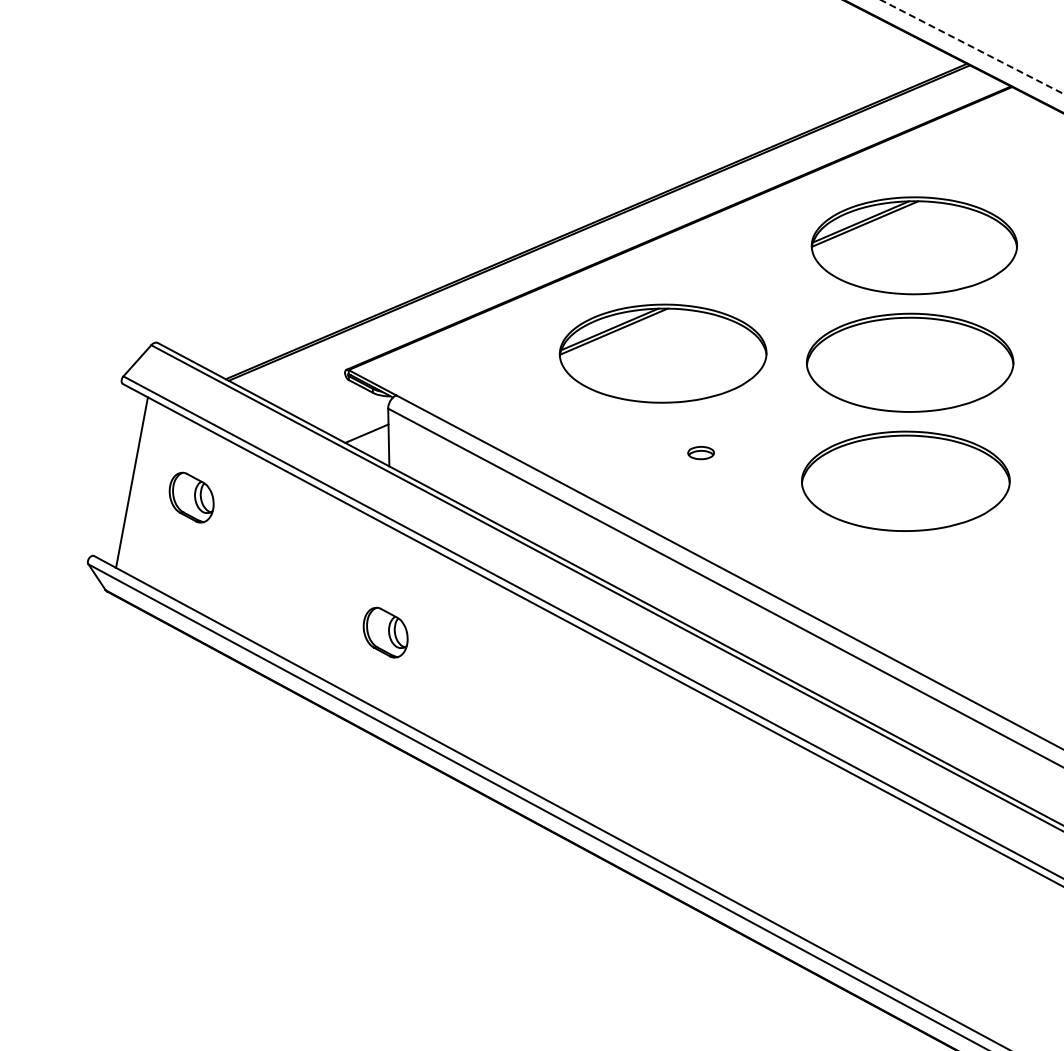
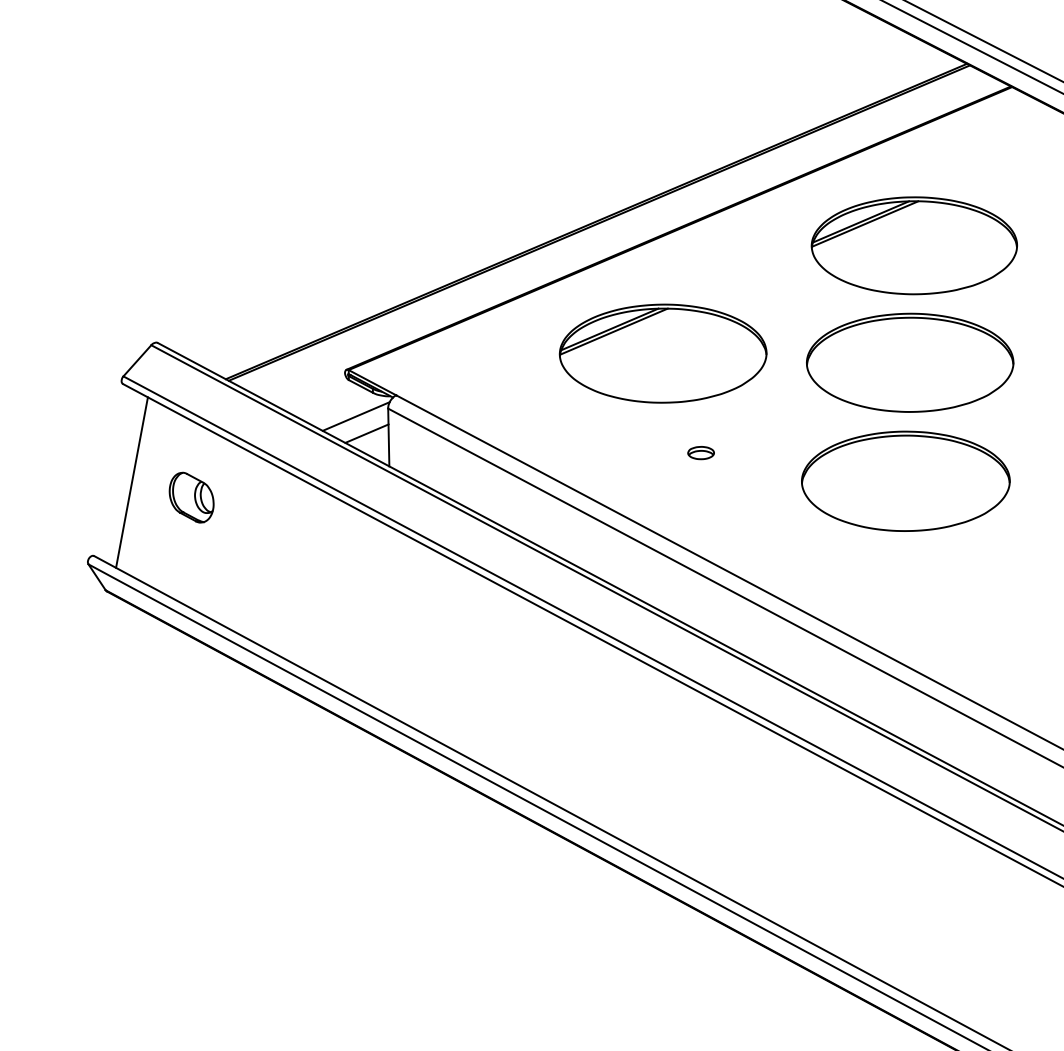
line at (983, 41): none -> present
line at (971, 46): dashed -> solid
line at (355, 416): none -> present
part at (385, 632): present -> none
